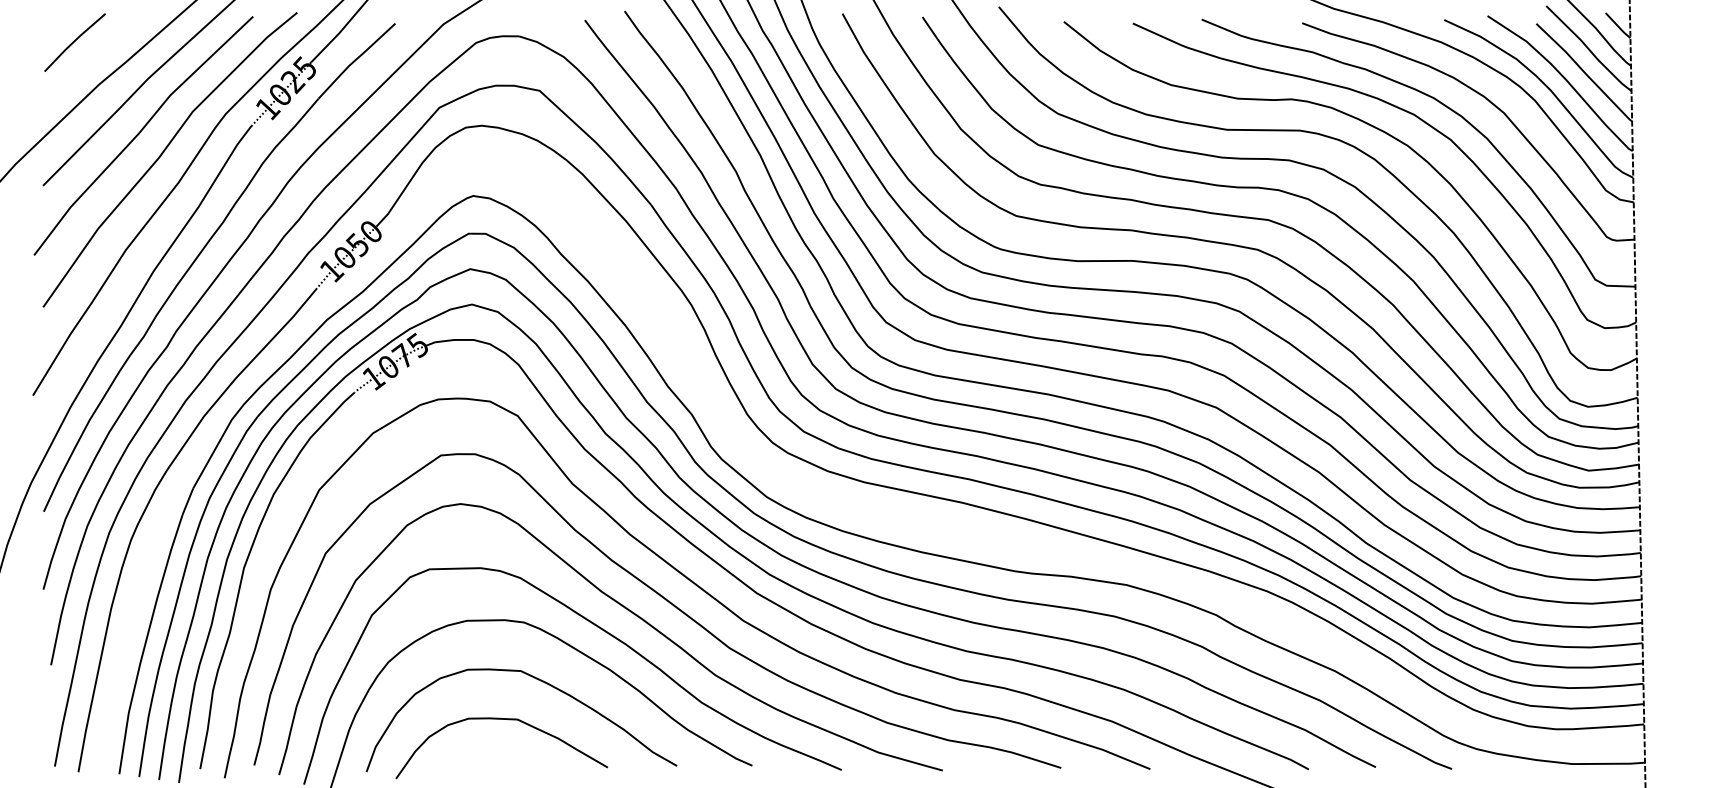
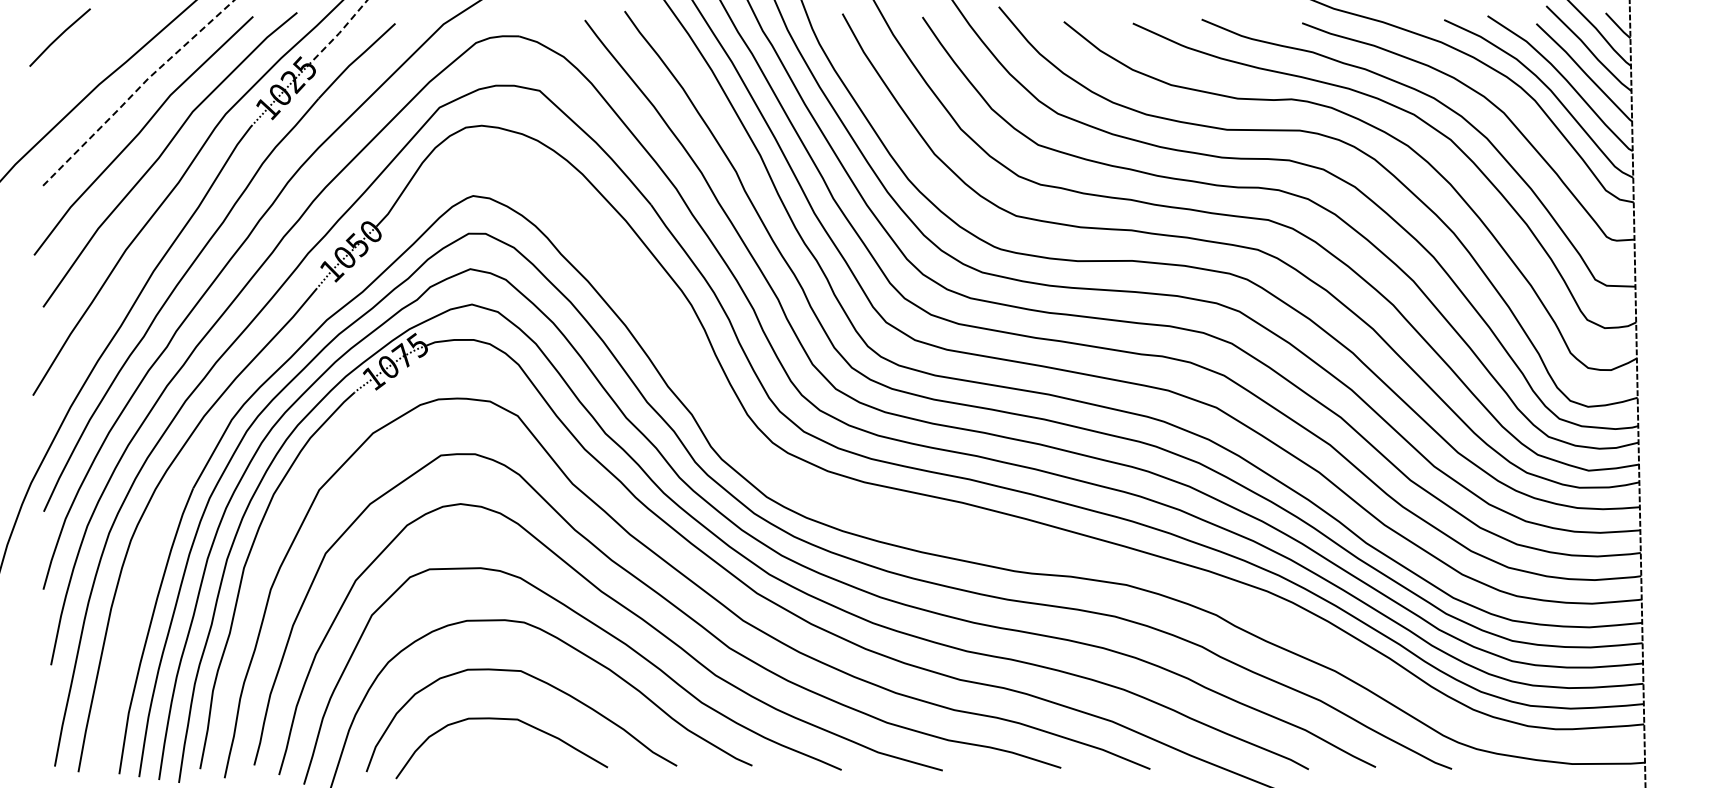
line at (339, 33): solid -> dashed
line at (74, 42) position: (74, 42) -> (59, 37)
line at (136, 91): solid -> dashed
